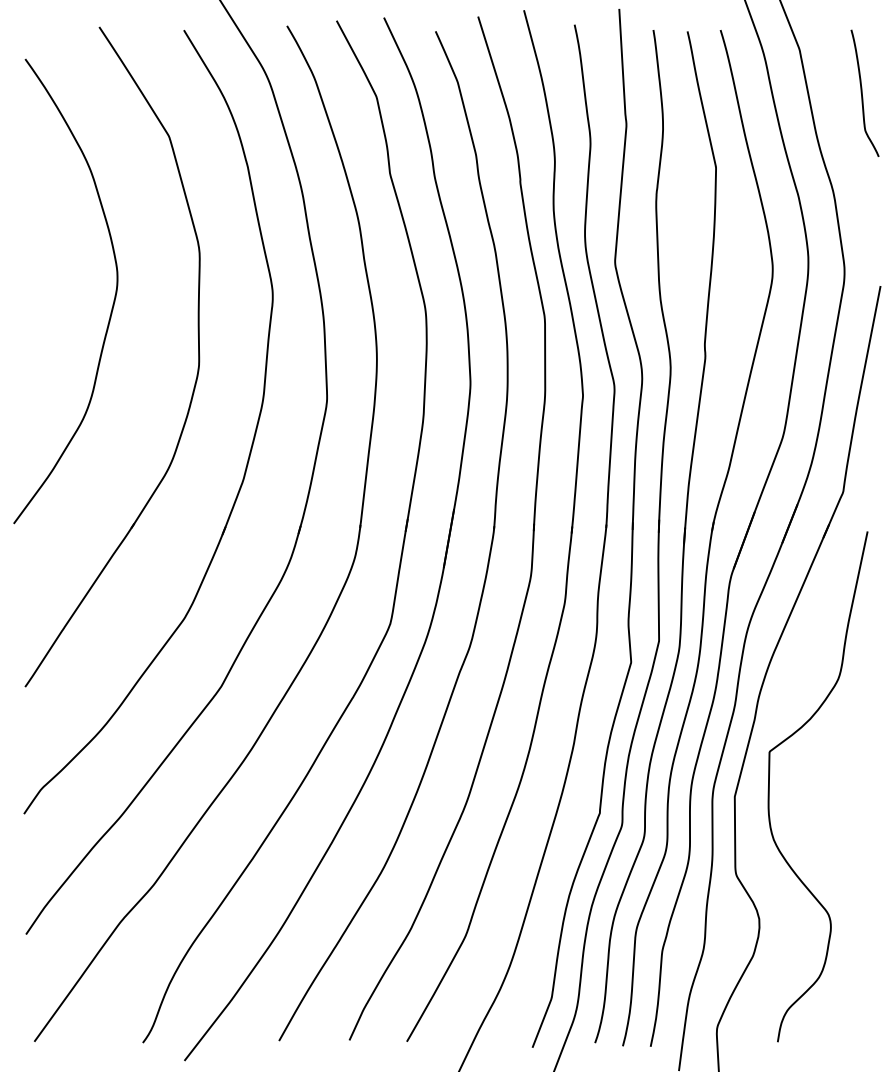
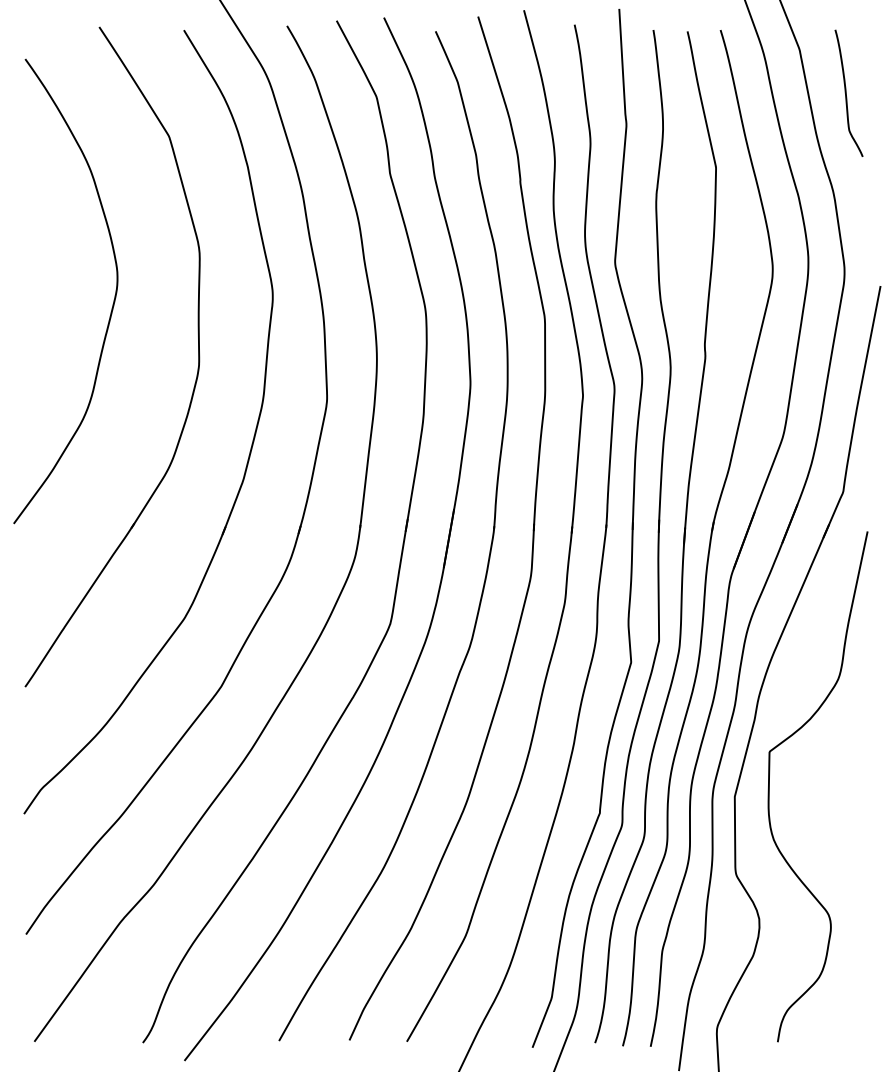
curve at (862, 92) position: (862, 92) -> (846, 92)
